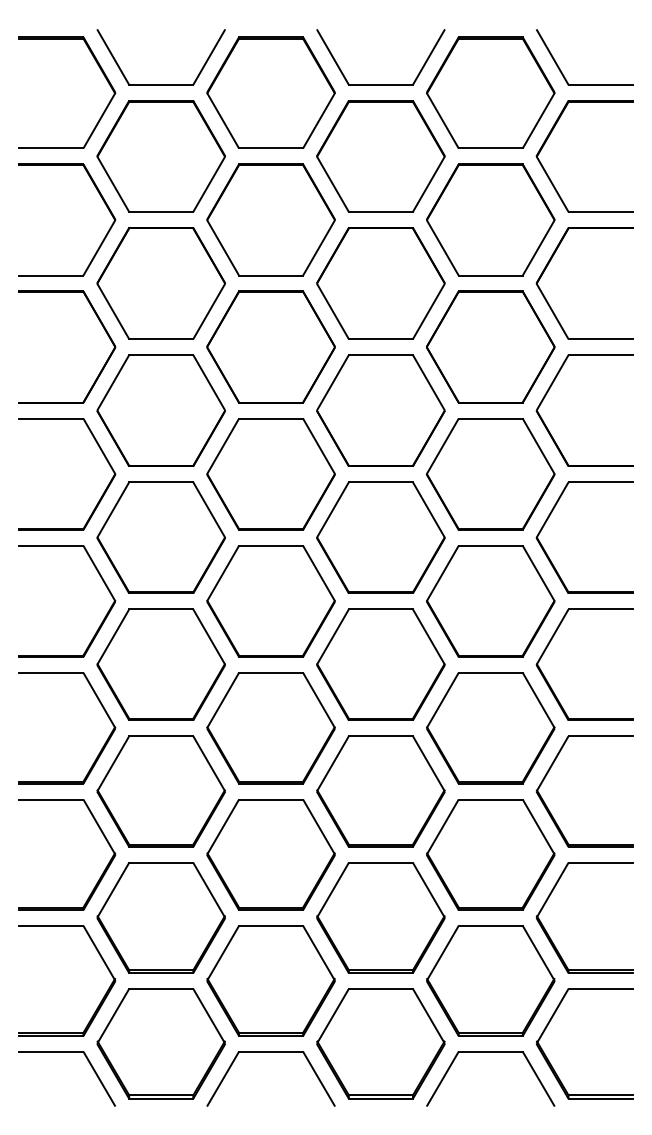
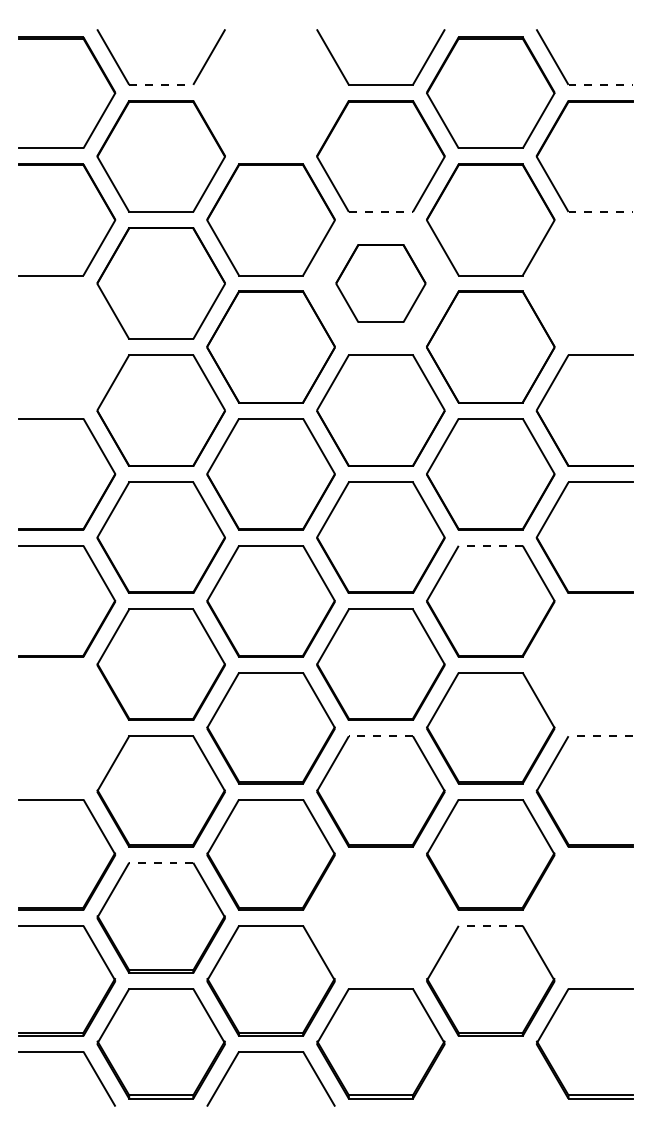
line at (161, 84): solid -> dashed
line at (601, 84): solid -> dashed
part at (270, 92): present -> none
line at (381, 211): solid -> dashed
line at (601, 211): solid -> dashed
part at (551, 260): present -> none
part at (380, 283) size: 130x113 px -> 92x79 px
part at (101, 325): present -> none
line at (490, 545): solid -> dashed
part at (549, 683): present -> none
line at (380, 736): solid -> dashed
line at (600, 736): solid -> dashed
part at (102, 746): present -> none
line at (160, 862): solid -> dashed
part at (380, 917): present -> none
line at (490, 925): solid -> dashed
part at (551, 938): present -> none
part at (490, 1052): present -> none
